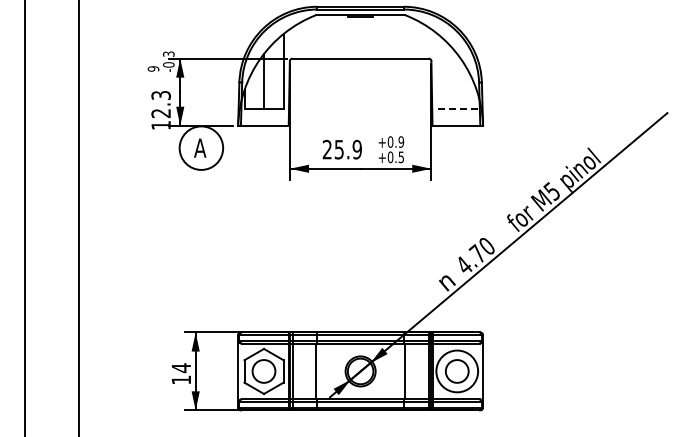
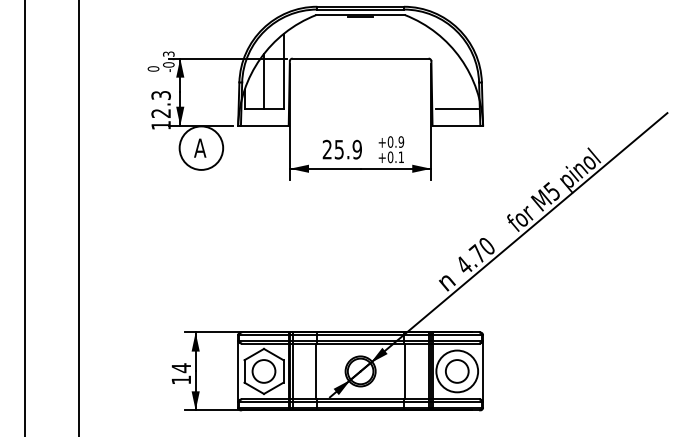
text at (153, 68): 9 -> 0
line at (457, 109): dashed -> solid
text at (400, 157): +0.5 -> +0.1
